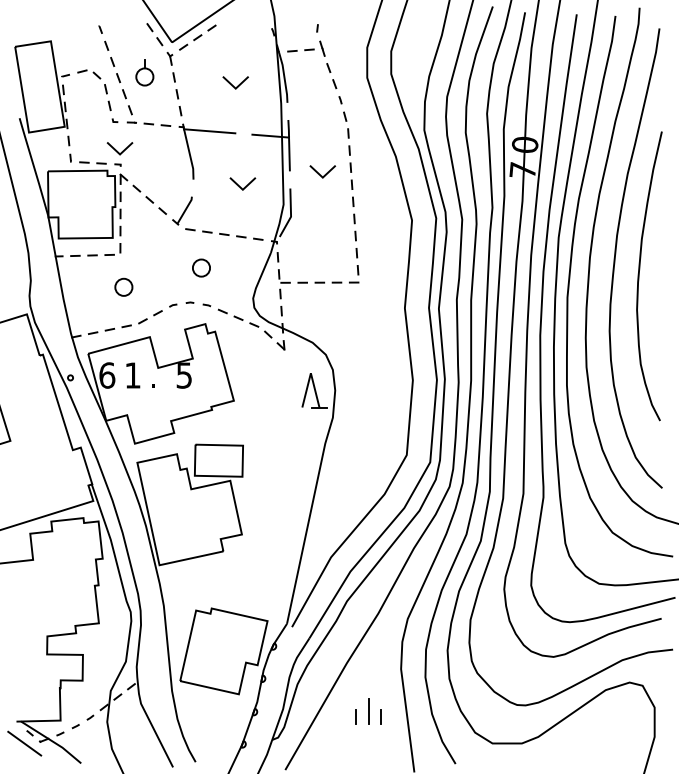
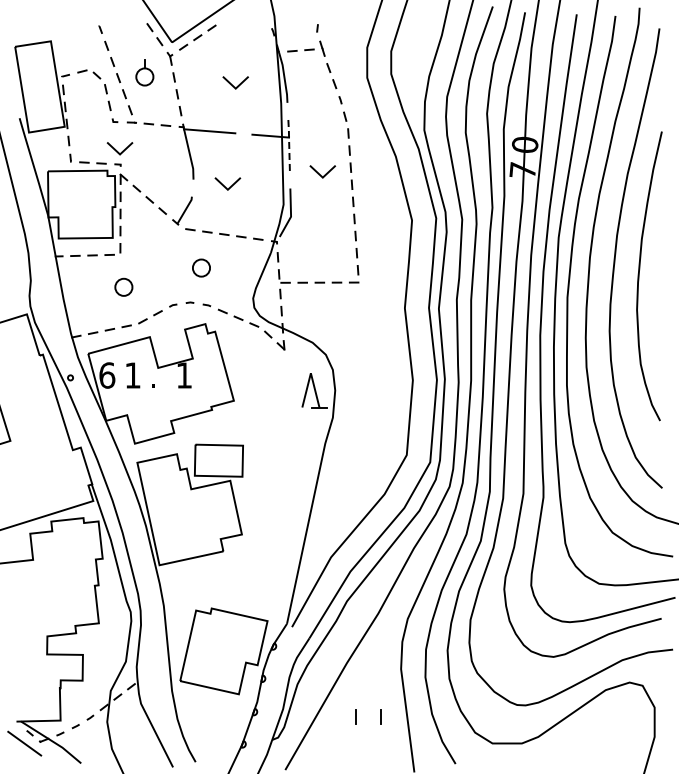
line at (289, 144): solid -> dashed
line at (239, 185) position: (239, 185) -> (224, 185)
text at (183, 375): 5 -> 1
line at (368, 711): present -> none
